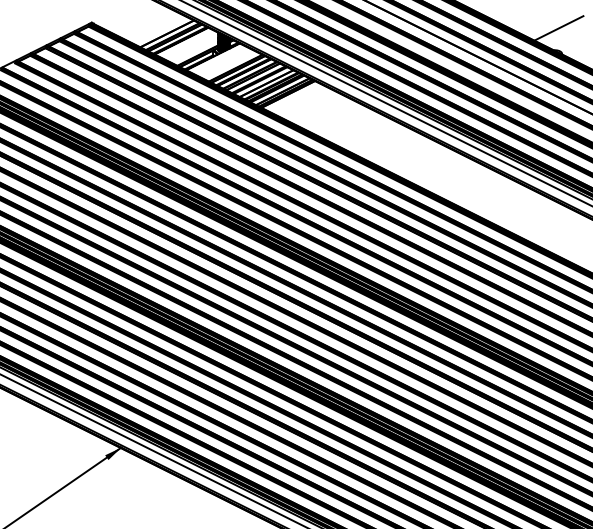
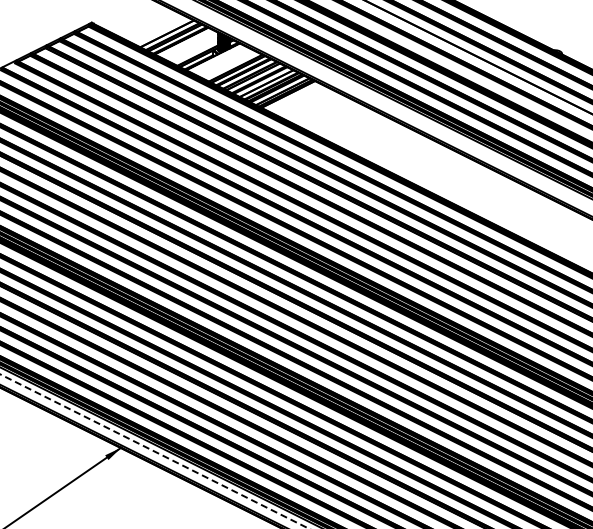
line at (558, 28): present -> none
line at (386, 103): present -> none
line at (155, 451): solid -> dashed
